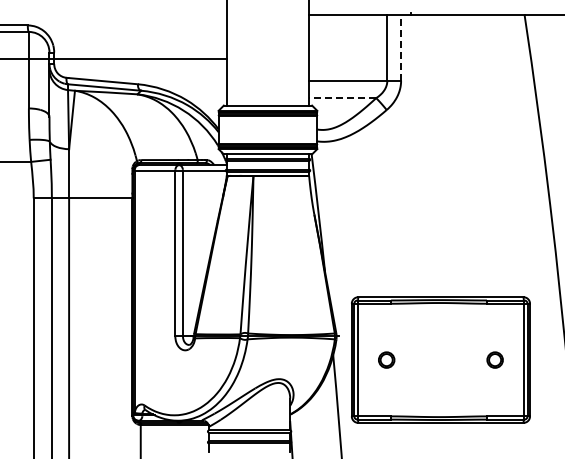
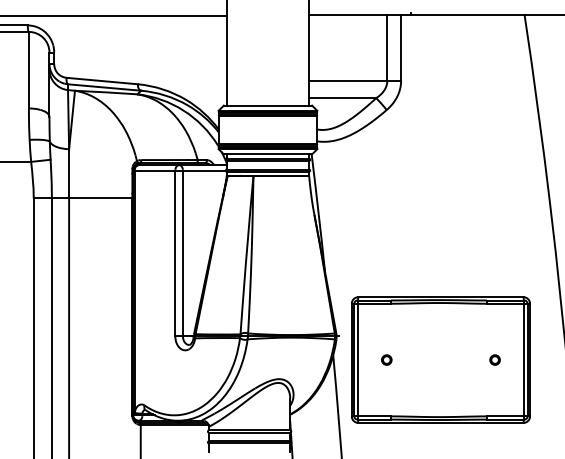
line at (401, 47): dashed -> solid
line at (114, 58) position: (114, 58) -> (114, 15)
line at (342, 98): dashed -> solid
part at (386, 359) size: 18x18 px -> 12x12 px
part at (494, 359) size: 18x18 px -> 12x12 px
